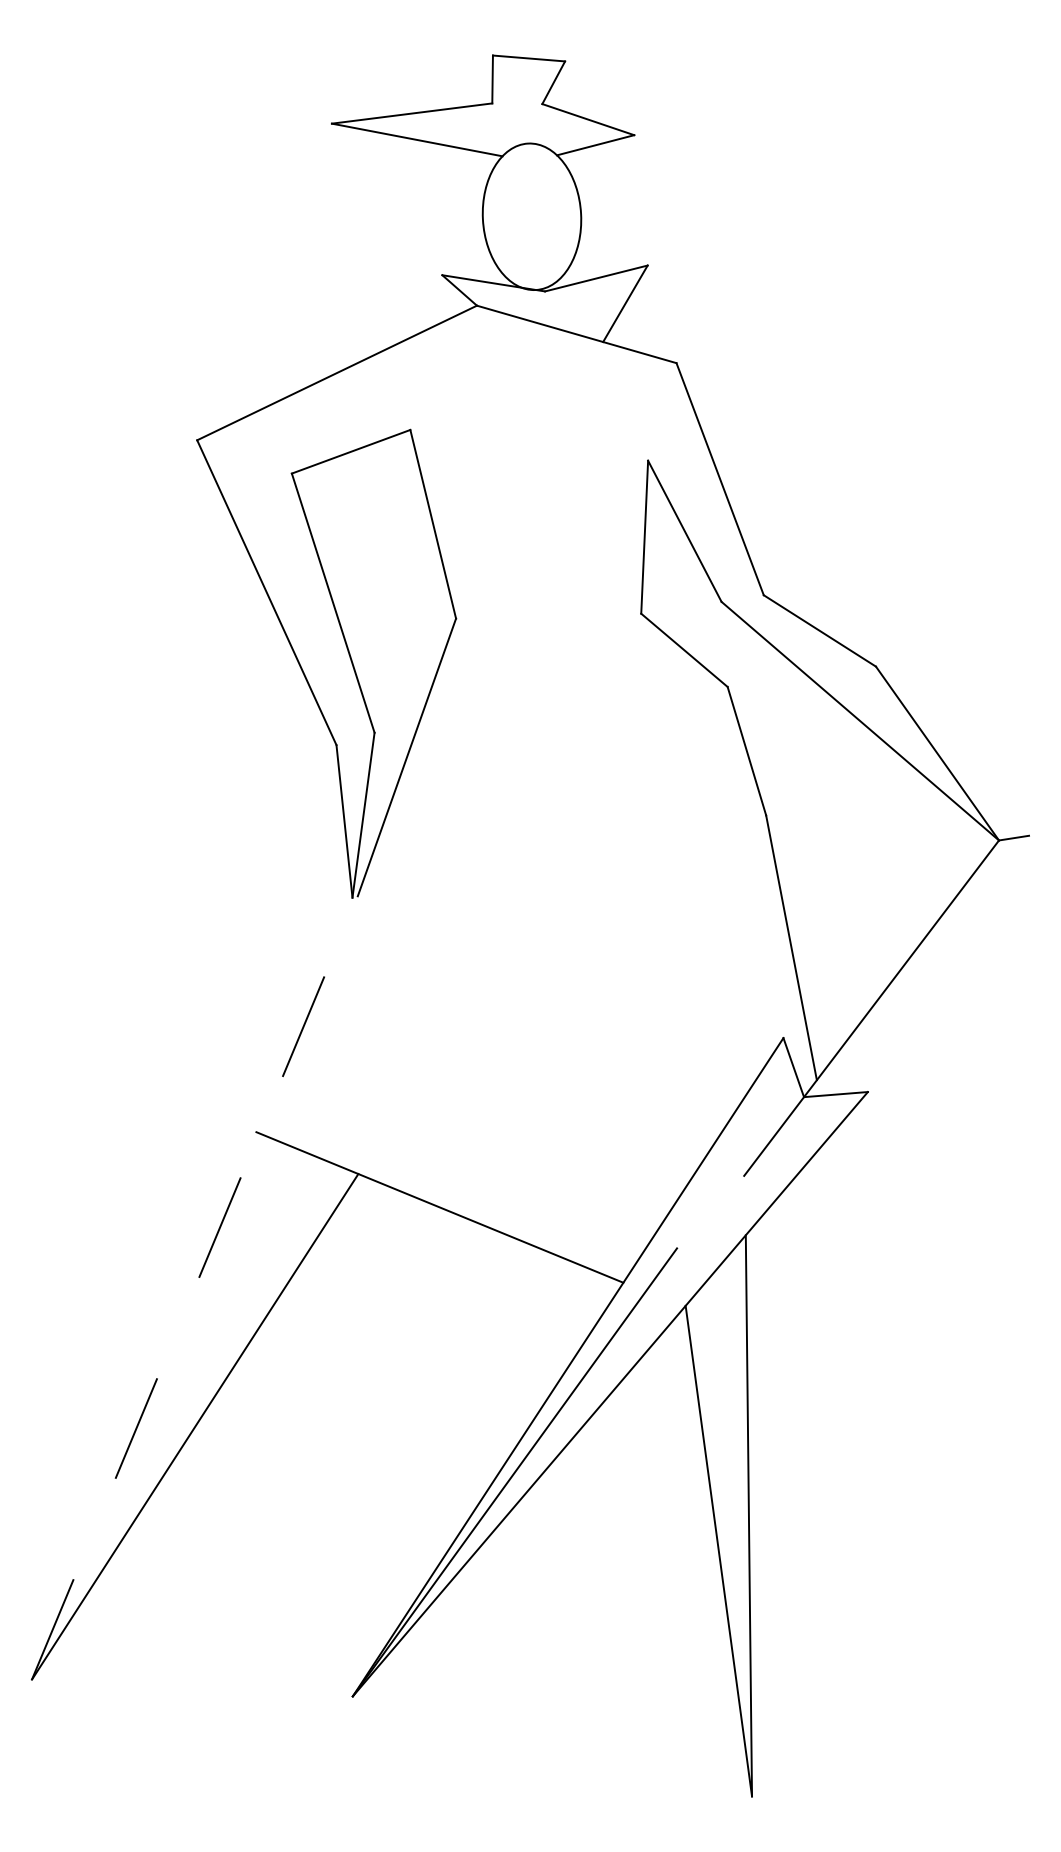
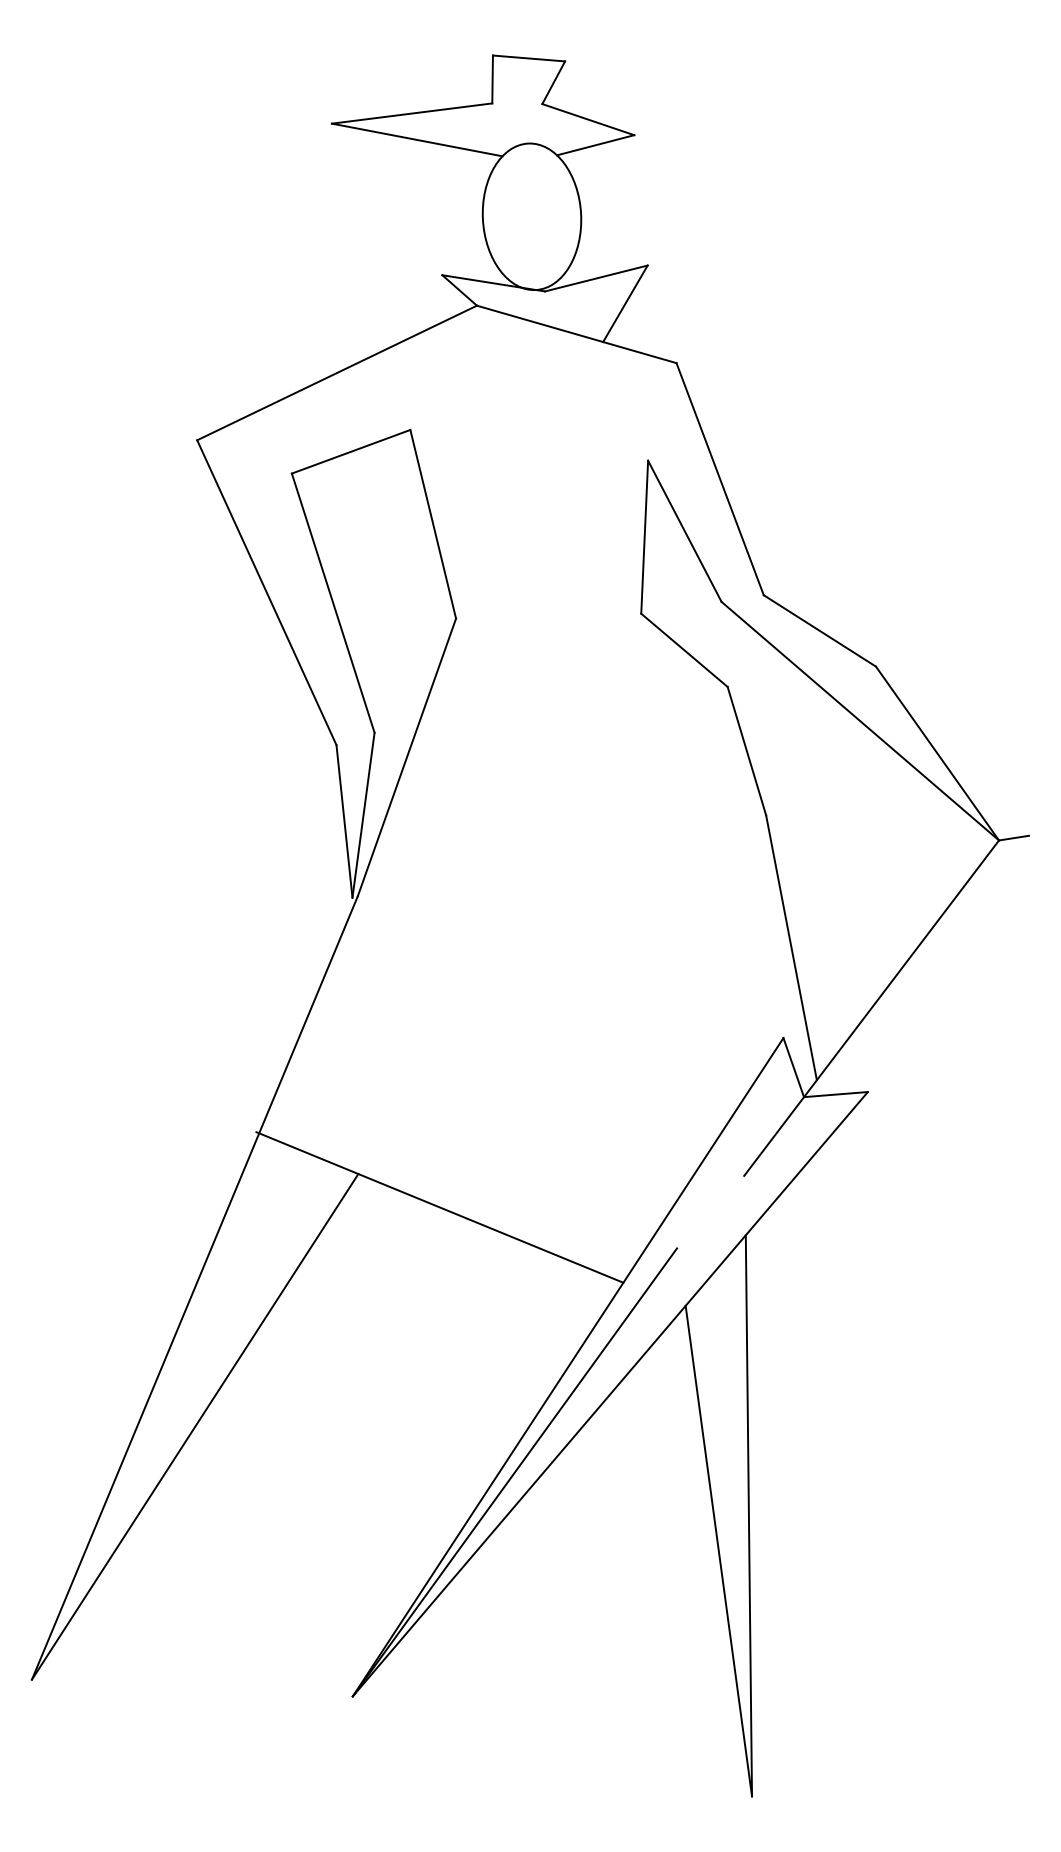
line at (195, 1287): dashed -> solid
